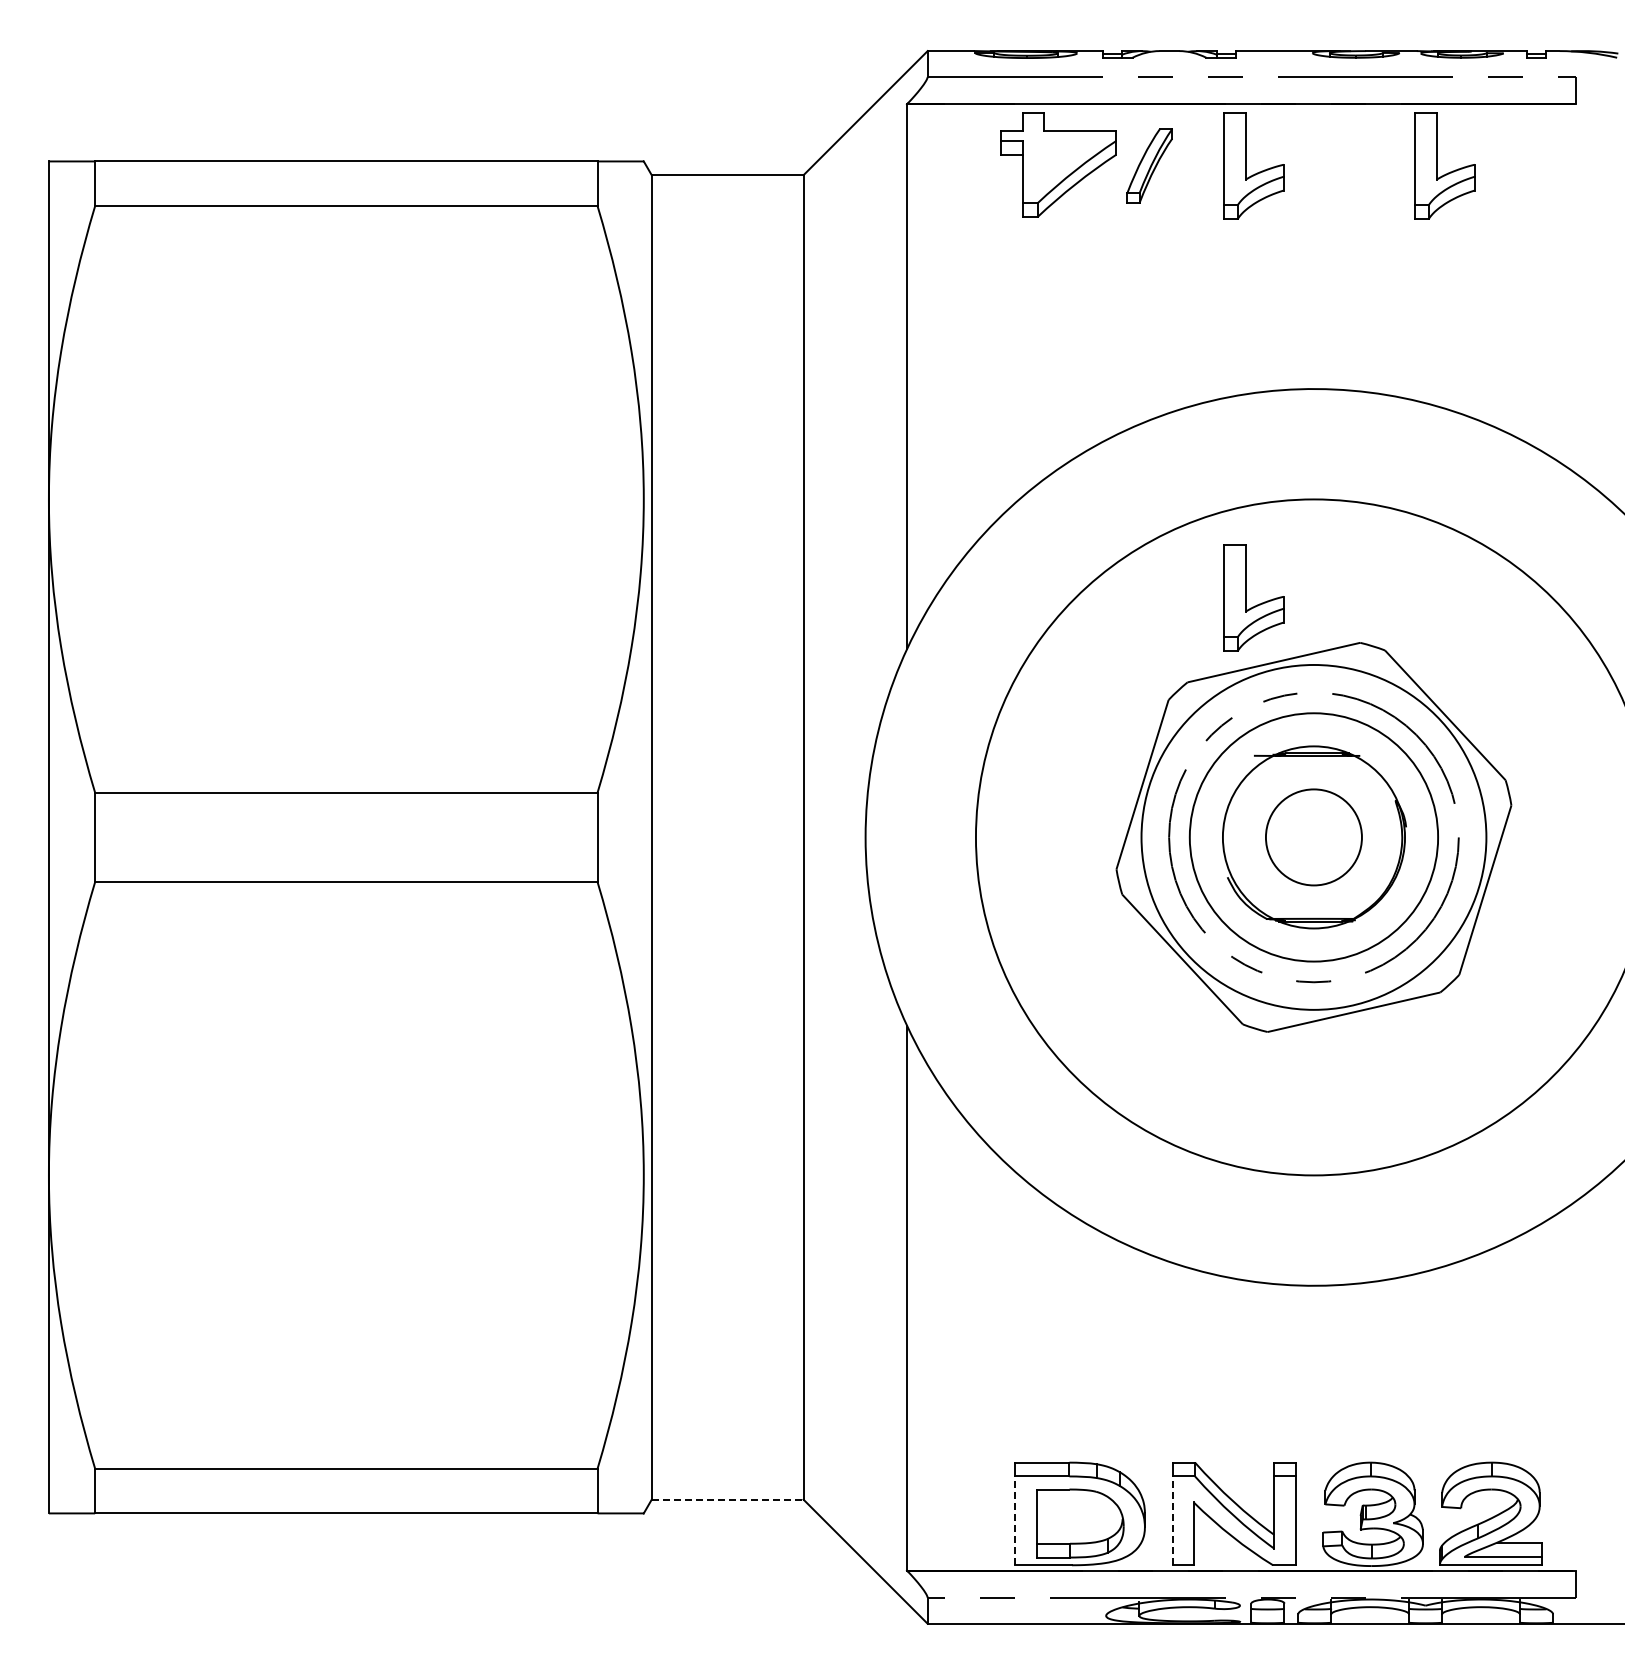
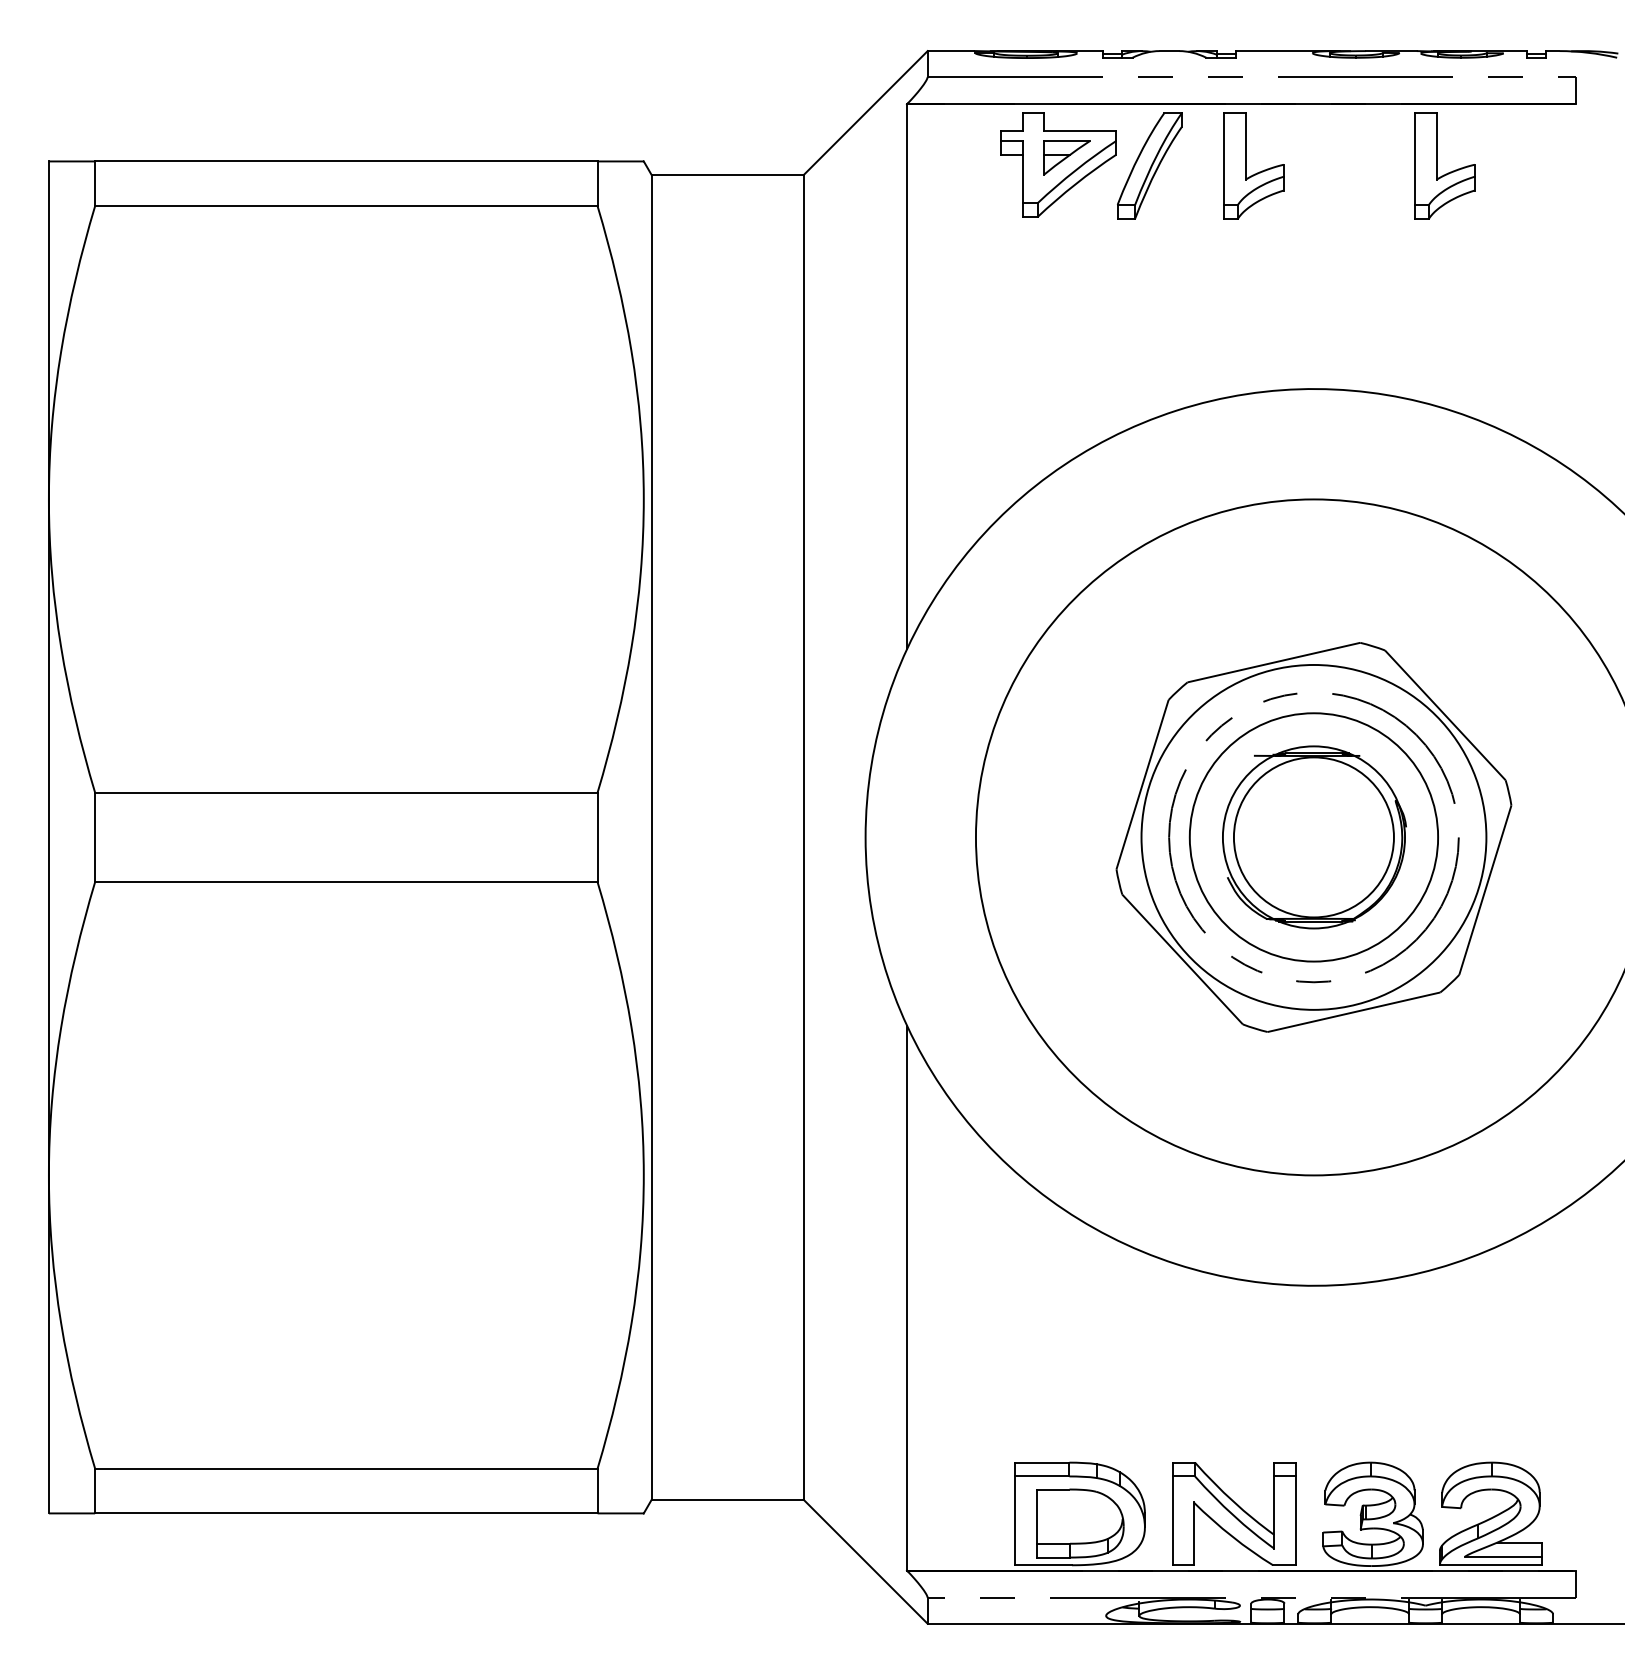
part at (1066, 157): none -> present
part at (1149, 165) size: 47x76 px -> 66x108 px
part at (1246, 597): present -> none
circle at (1313, 837) diameter: 96 px -> 160 px
line at (727, 1499): dashed -> solid
line at (1015, 1520): dashed -> solid
line at (1172, 1520): dashed -> solid
